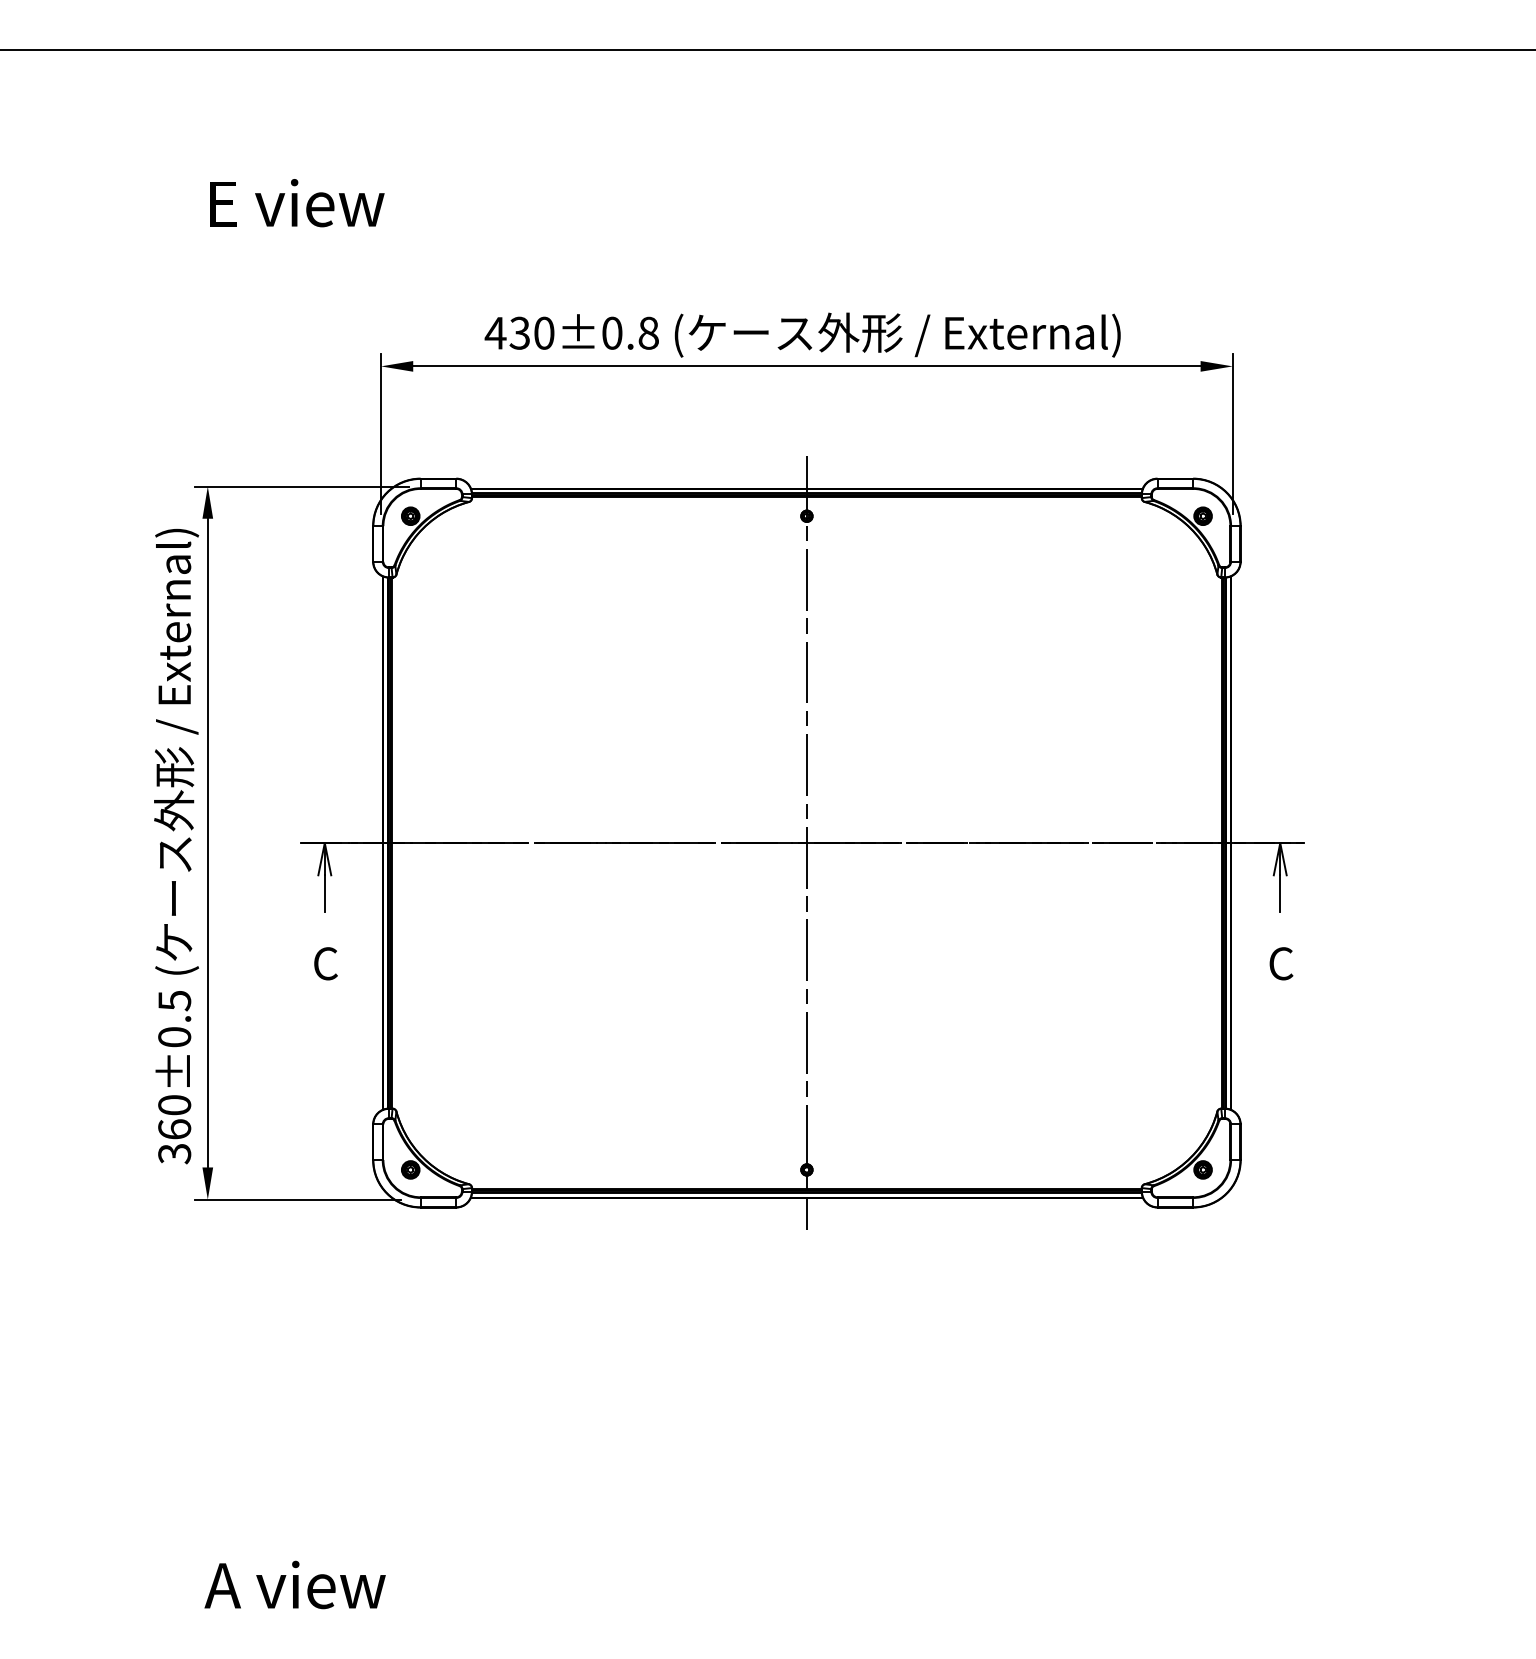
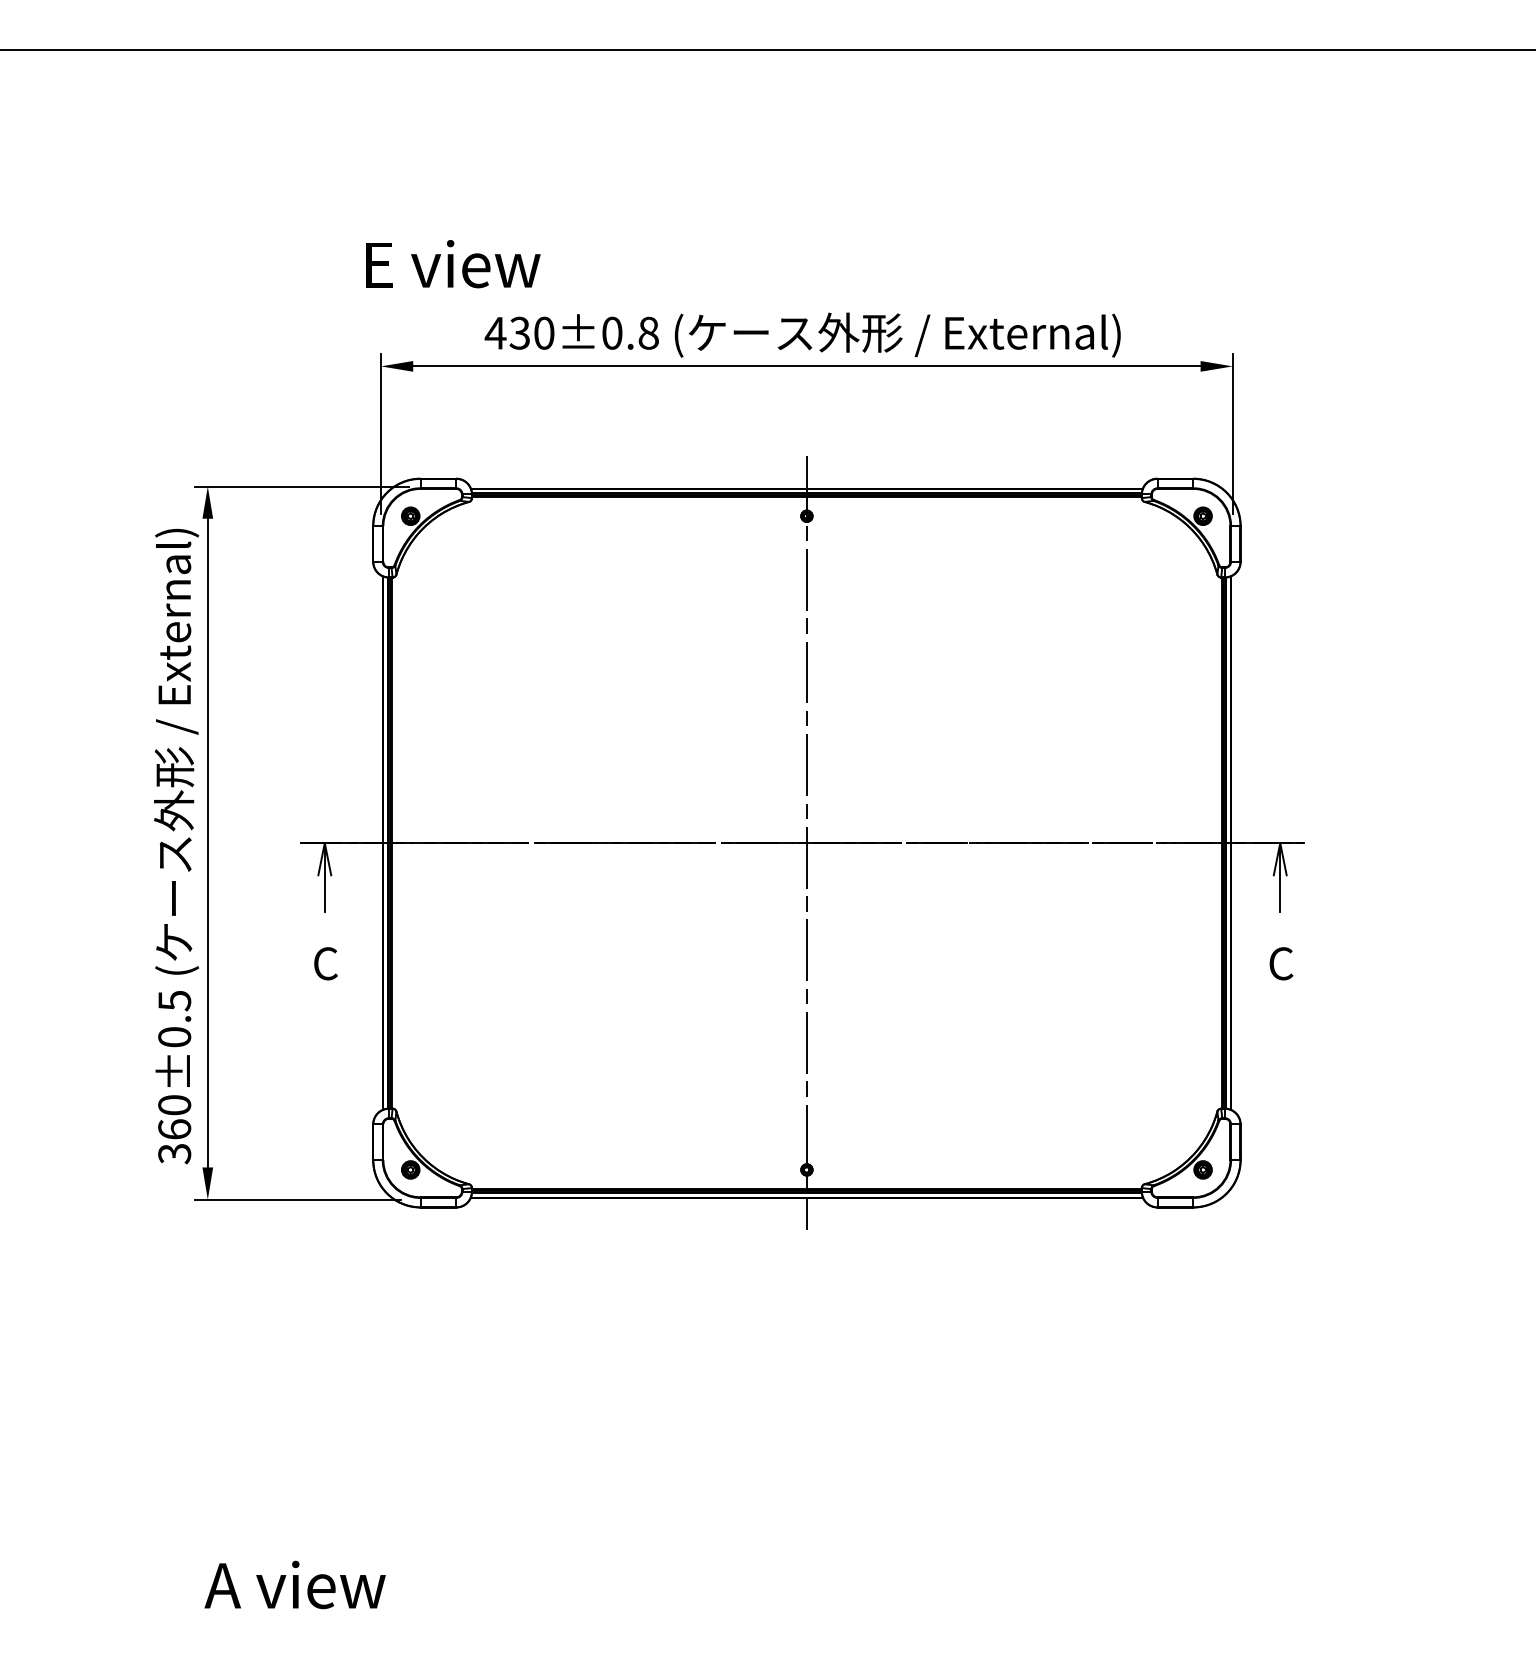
text at (297, 203) position: (297, 203) -> (453, 264)
